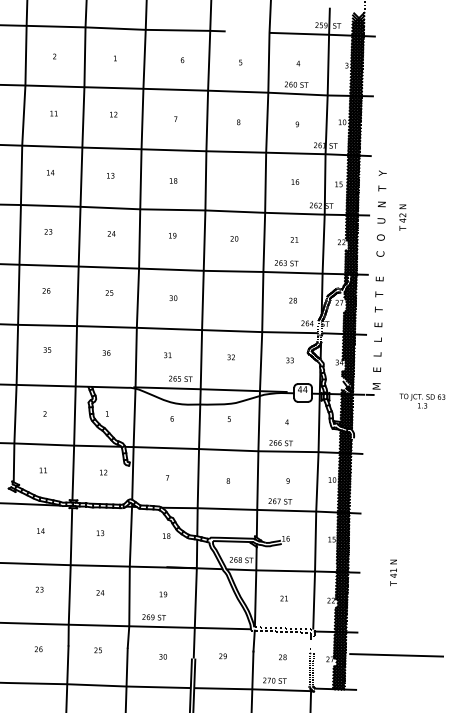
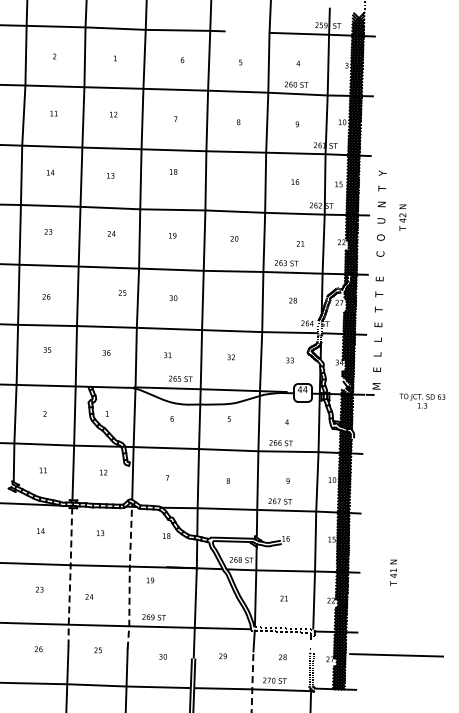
text at (173, 180) position: (173, 180) -> (173, 171)
text at (294, 239) position: (294, 239) -> (300, 243)
text at (46, 290) position: (46, 290) -> (46, 296)
text at (109, 292) position: (109, 292) -> (122, 292)
line at (129, 576): solid -> dashed
line at (70, 577): solid -> dashed
text at (100, 592) position: (100, 592) -> (89, 596)
text at (163, 594) position: (163, 594) -> (150, 580)
line at (252, 681): solid -> dashed
